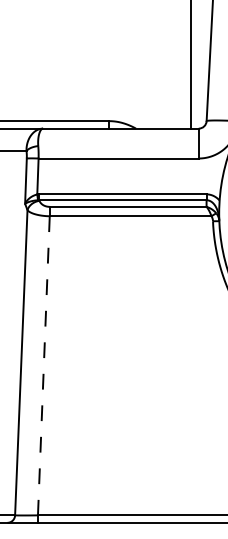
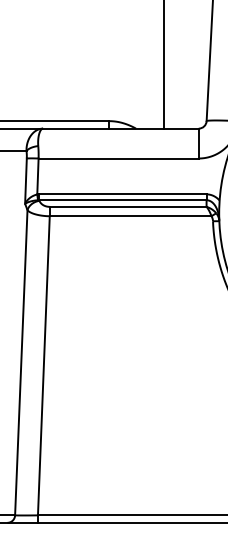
line at (190, 65) position: (190, 65) -> (163, 65)
line at (43, 365): dashed -> solid
